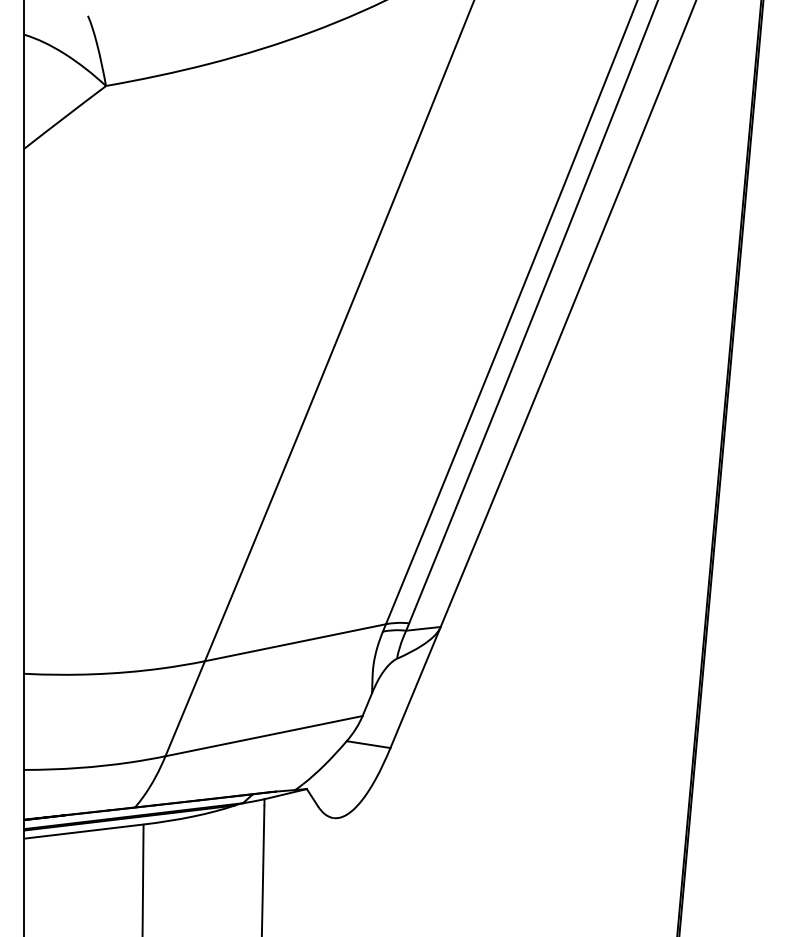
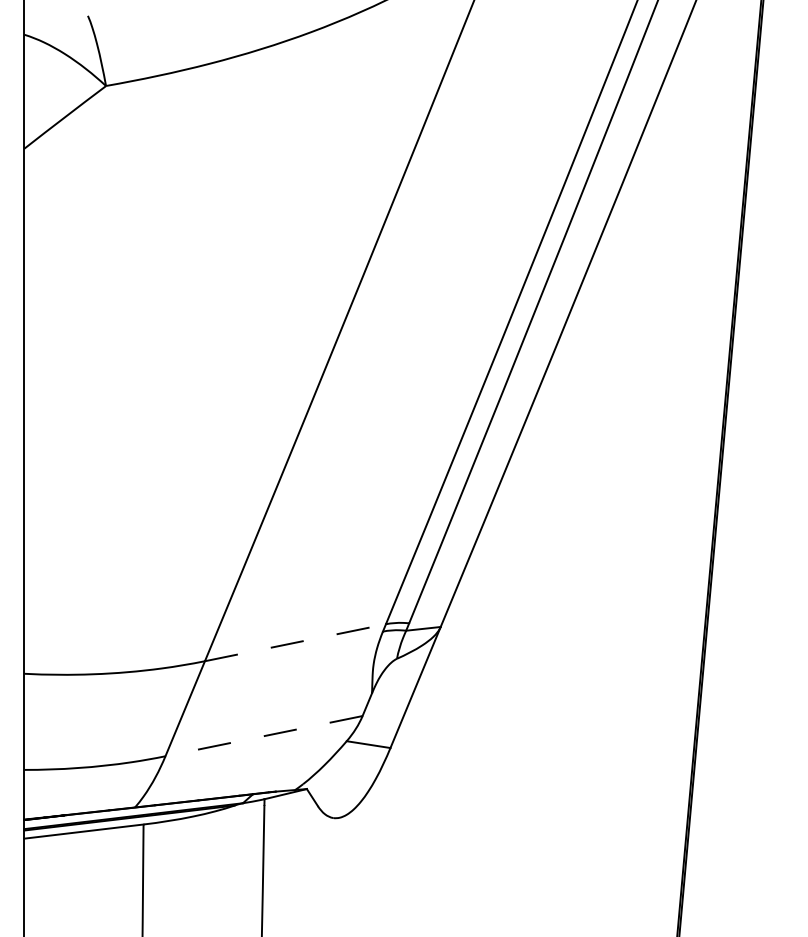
line at (295, 642): solid -> dashed
line at (264, 736): solid -> dashed
